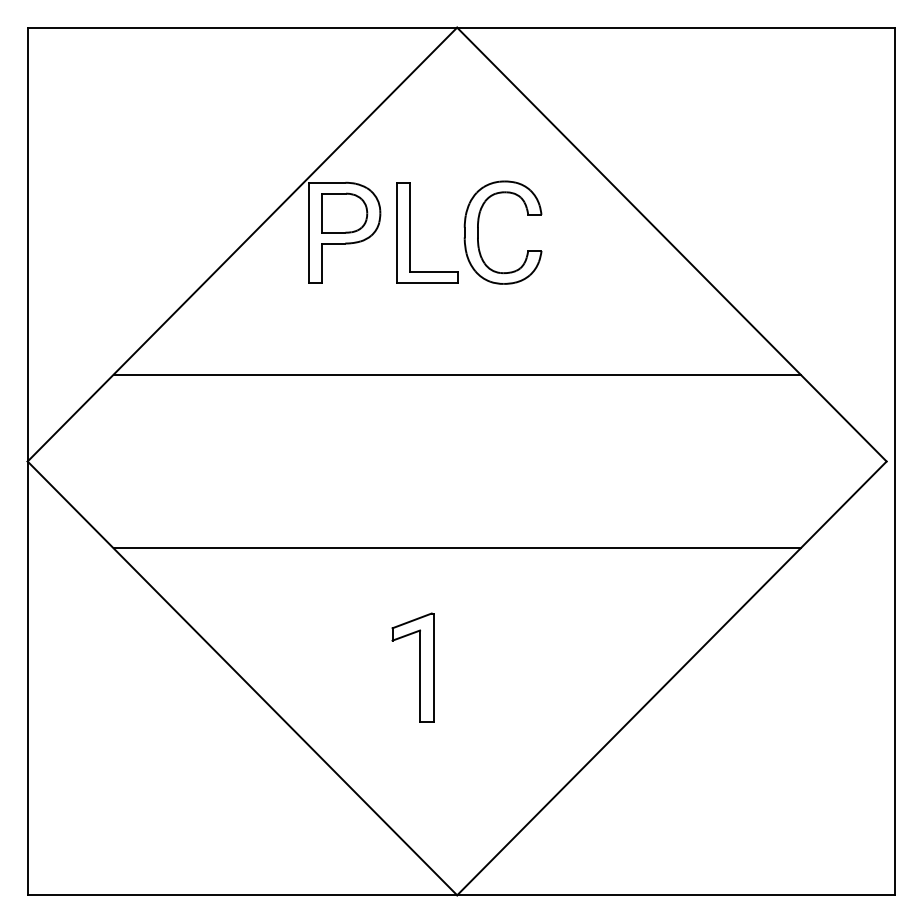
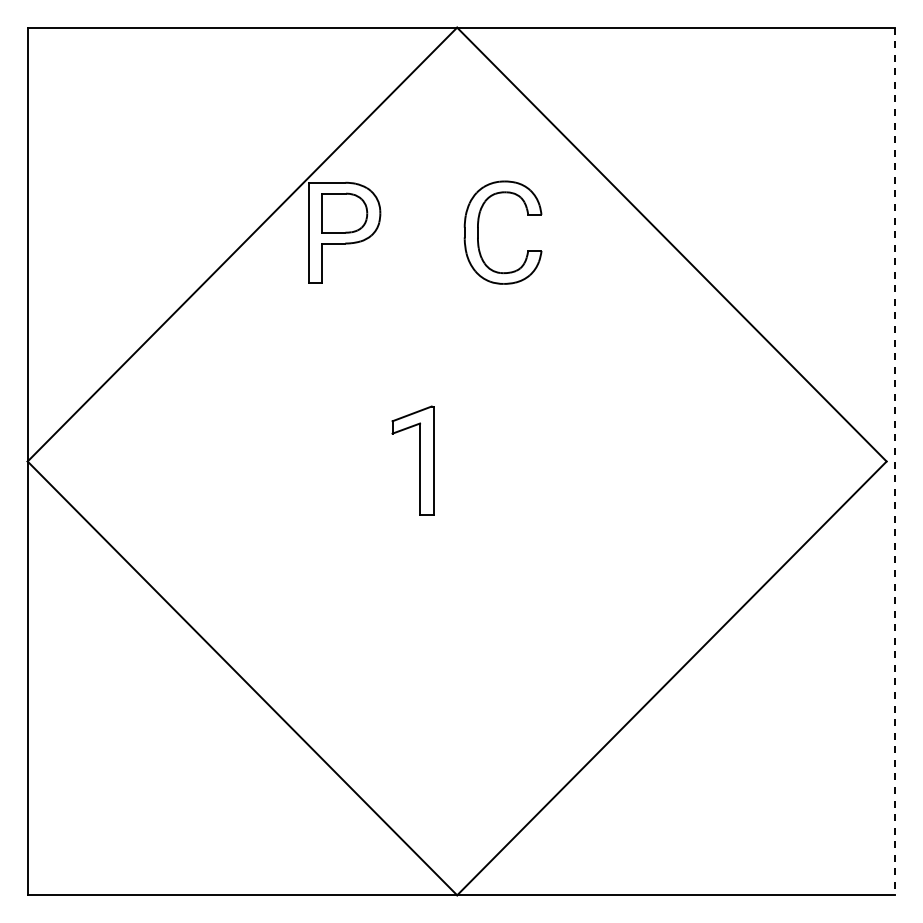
part at (410, 232): present -> none
line at (456, 374): present -> none
line at (895, 461): solid -> dashed
line at (456, 548): present -> none
part at (419, 667) position: (419, 667) -> (419, 460)
